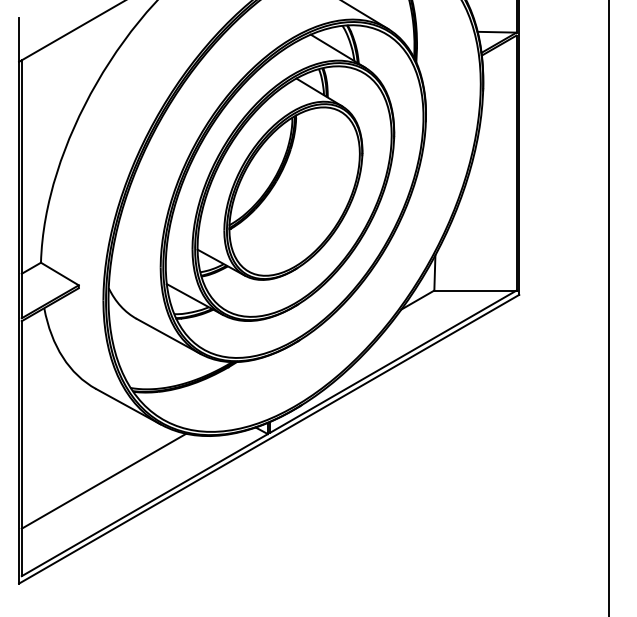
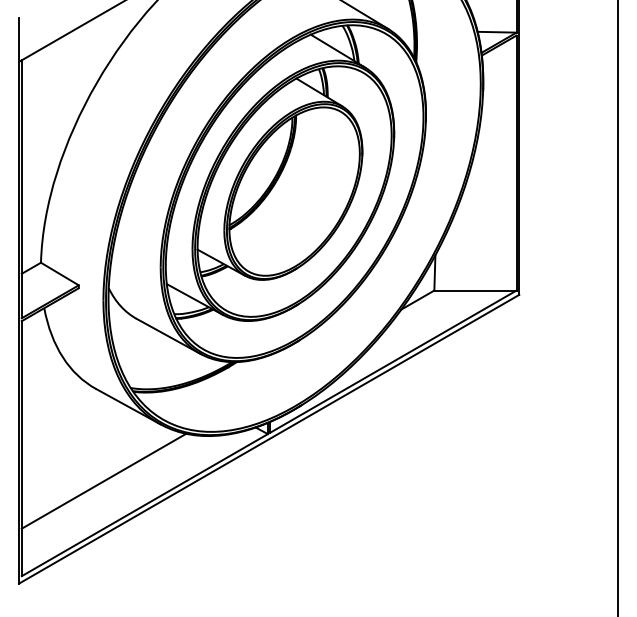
line at (608, 307) position: (608, 307) -> (617, 307)
